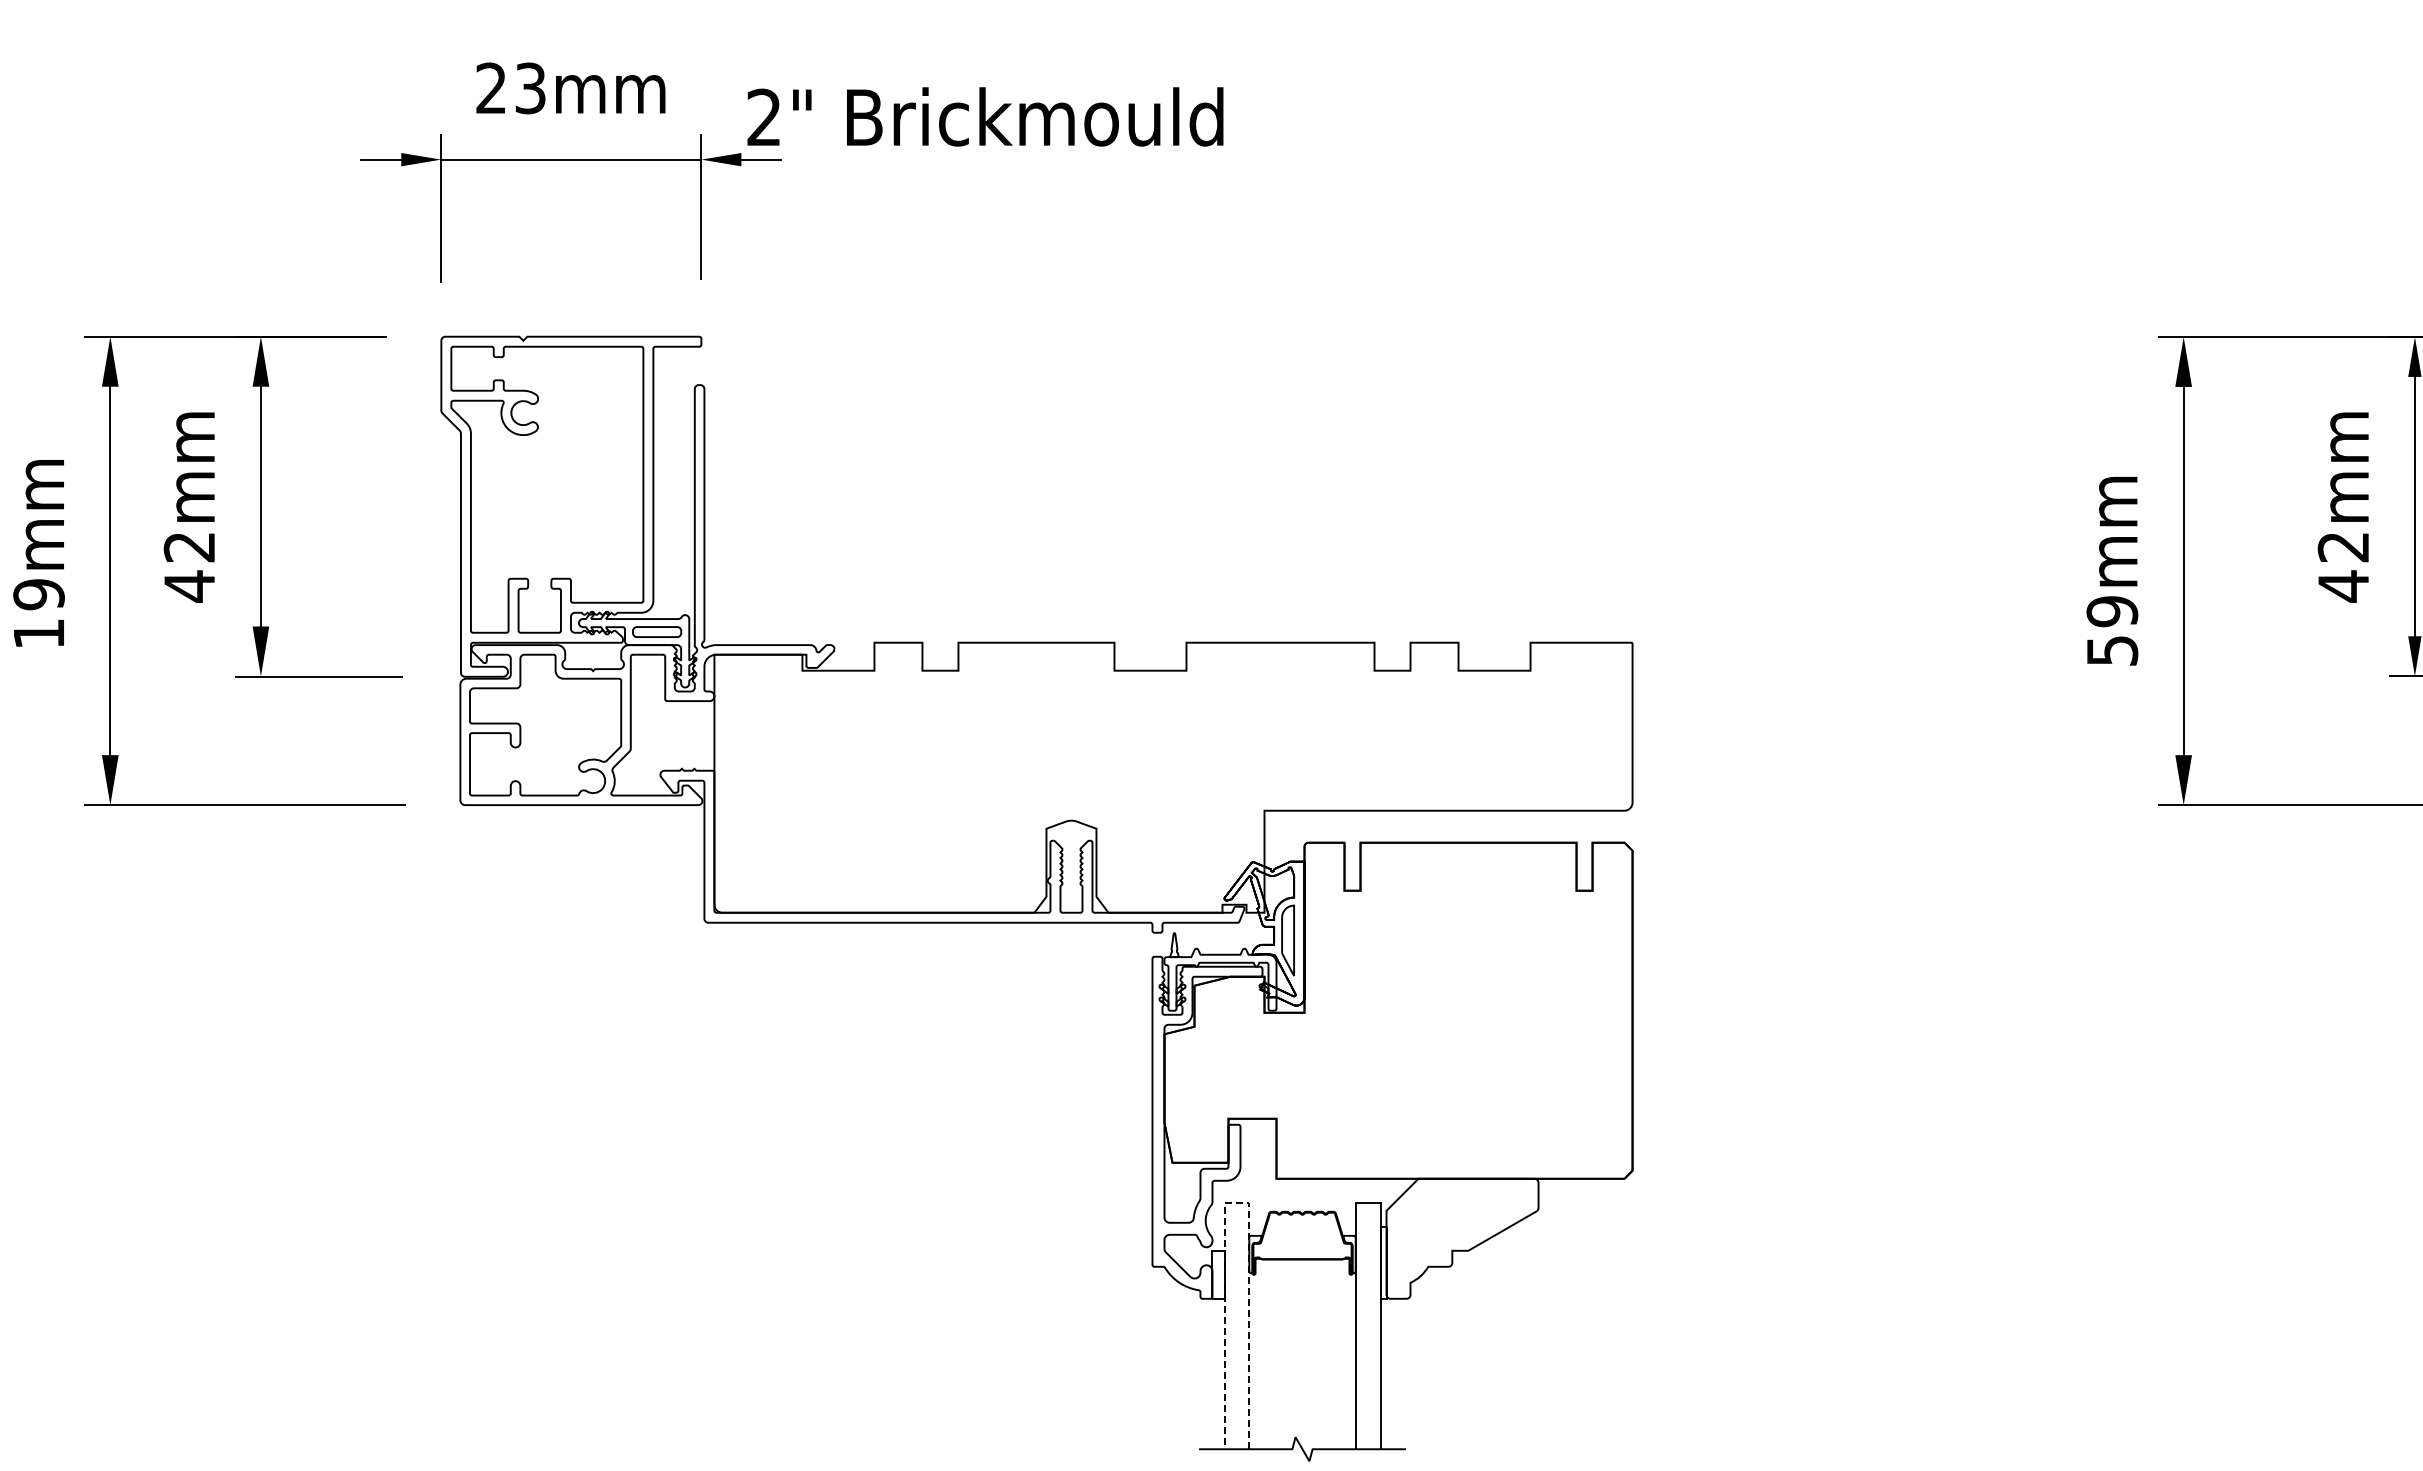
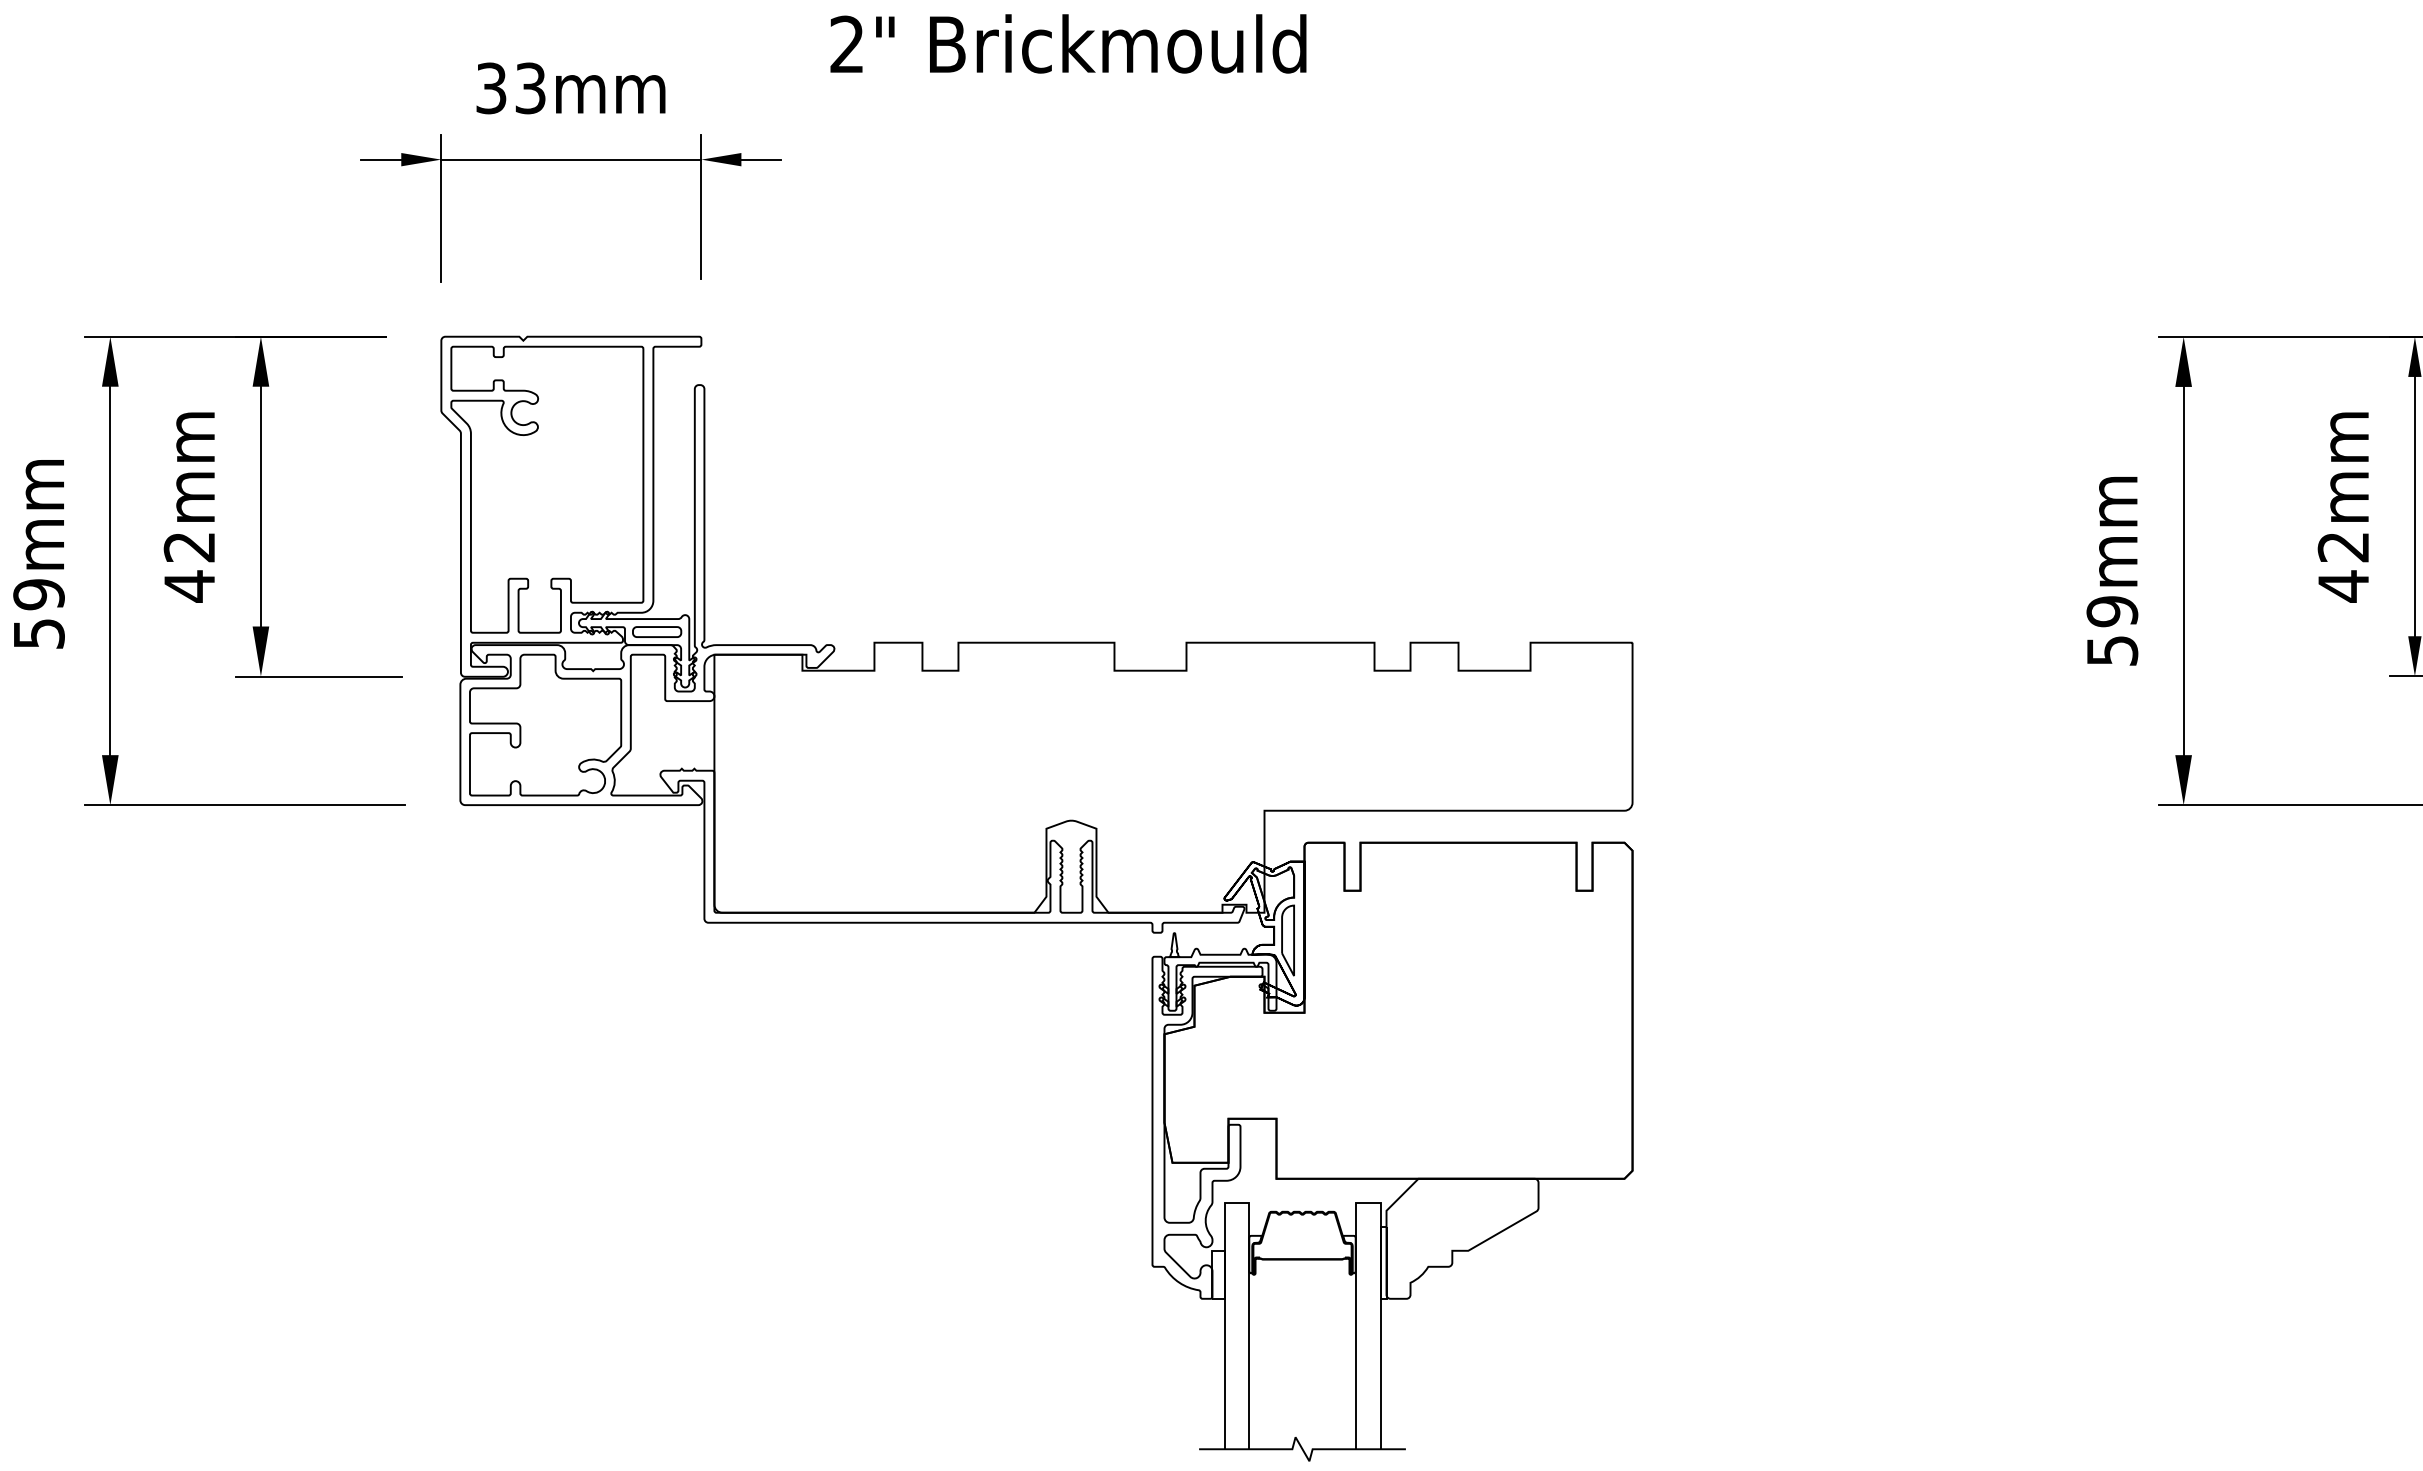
text at (491, 88): 23mm -> 33mm
text at (985, 116) position: (985, 116) -> (1068, 43)
text at (39, 633): 19mm -> 59mm
line at (1236, 1202): dashed -> solid
